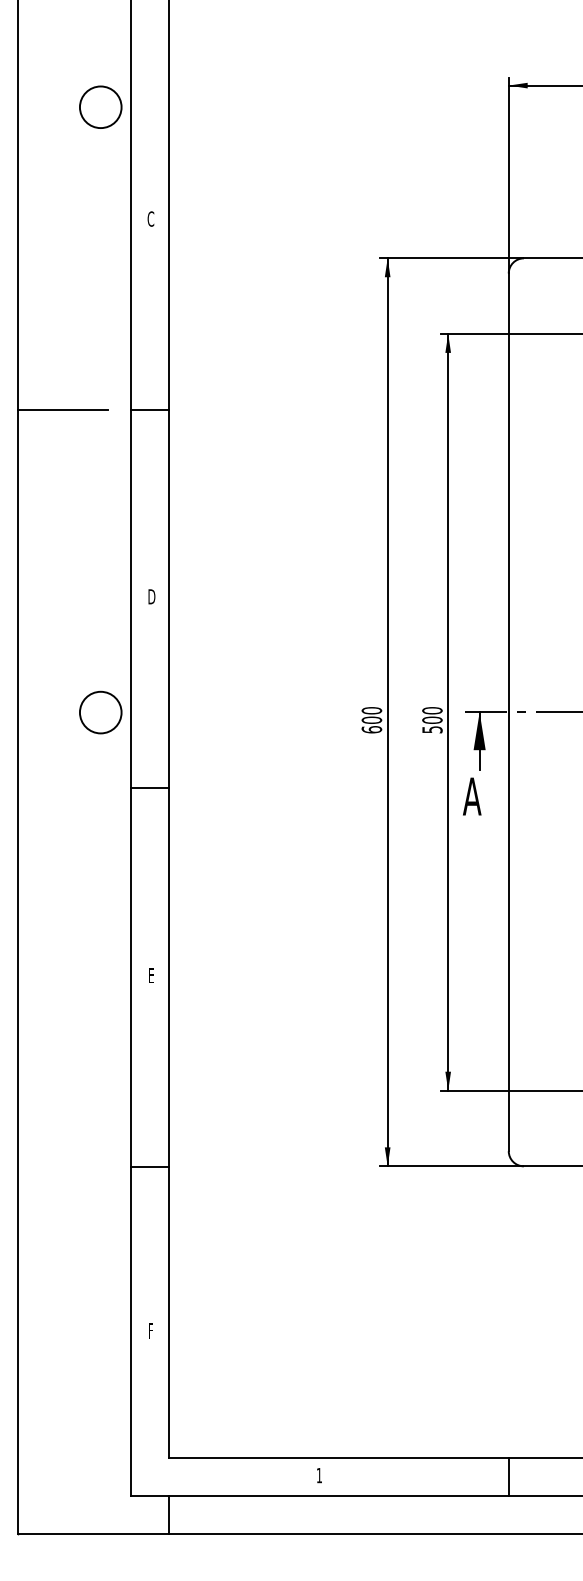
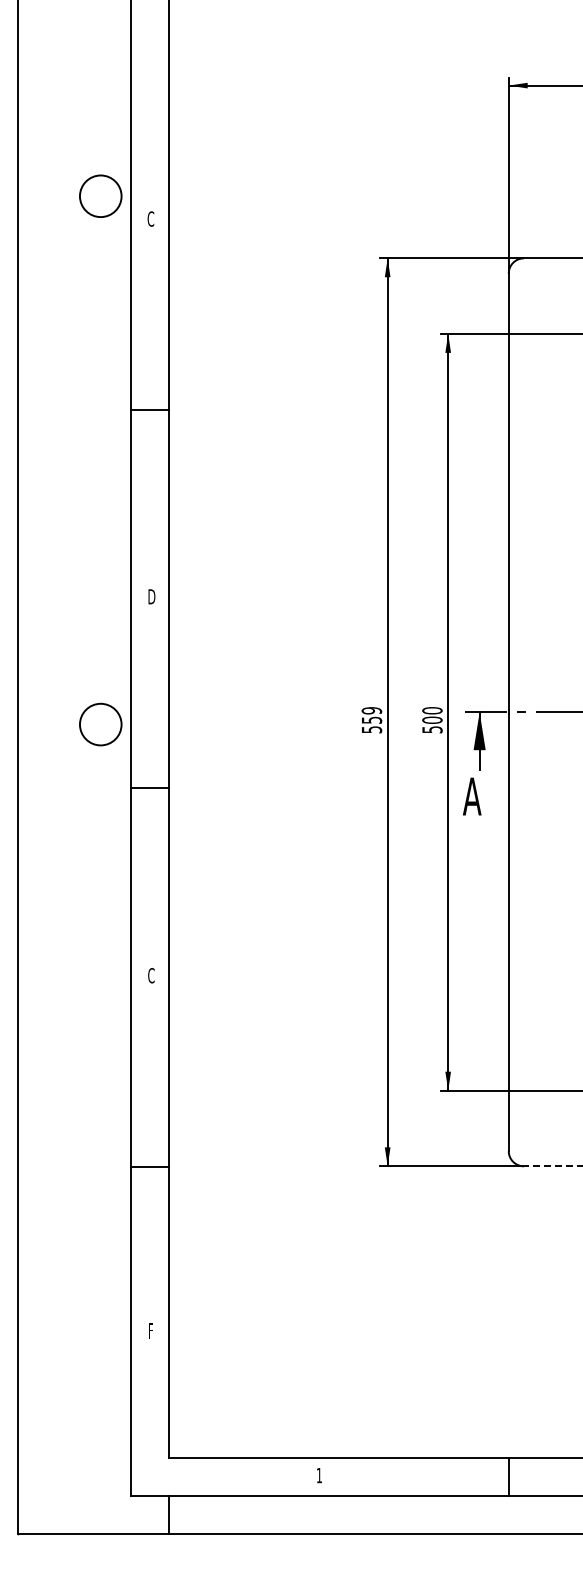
circle at (100, 106) position: (100, 106) -> (100, 195)
line at (62, 409): present -> none
circle at (100, 712) position: (100, 712) -> (100, 724)
text at (371, 720): 600 -> 559
text at (151, 975): E -> C
line at (552, 1166): solid -> dashed
